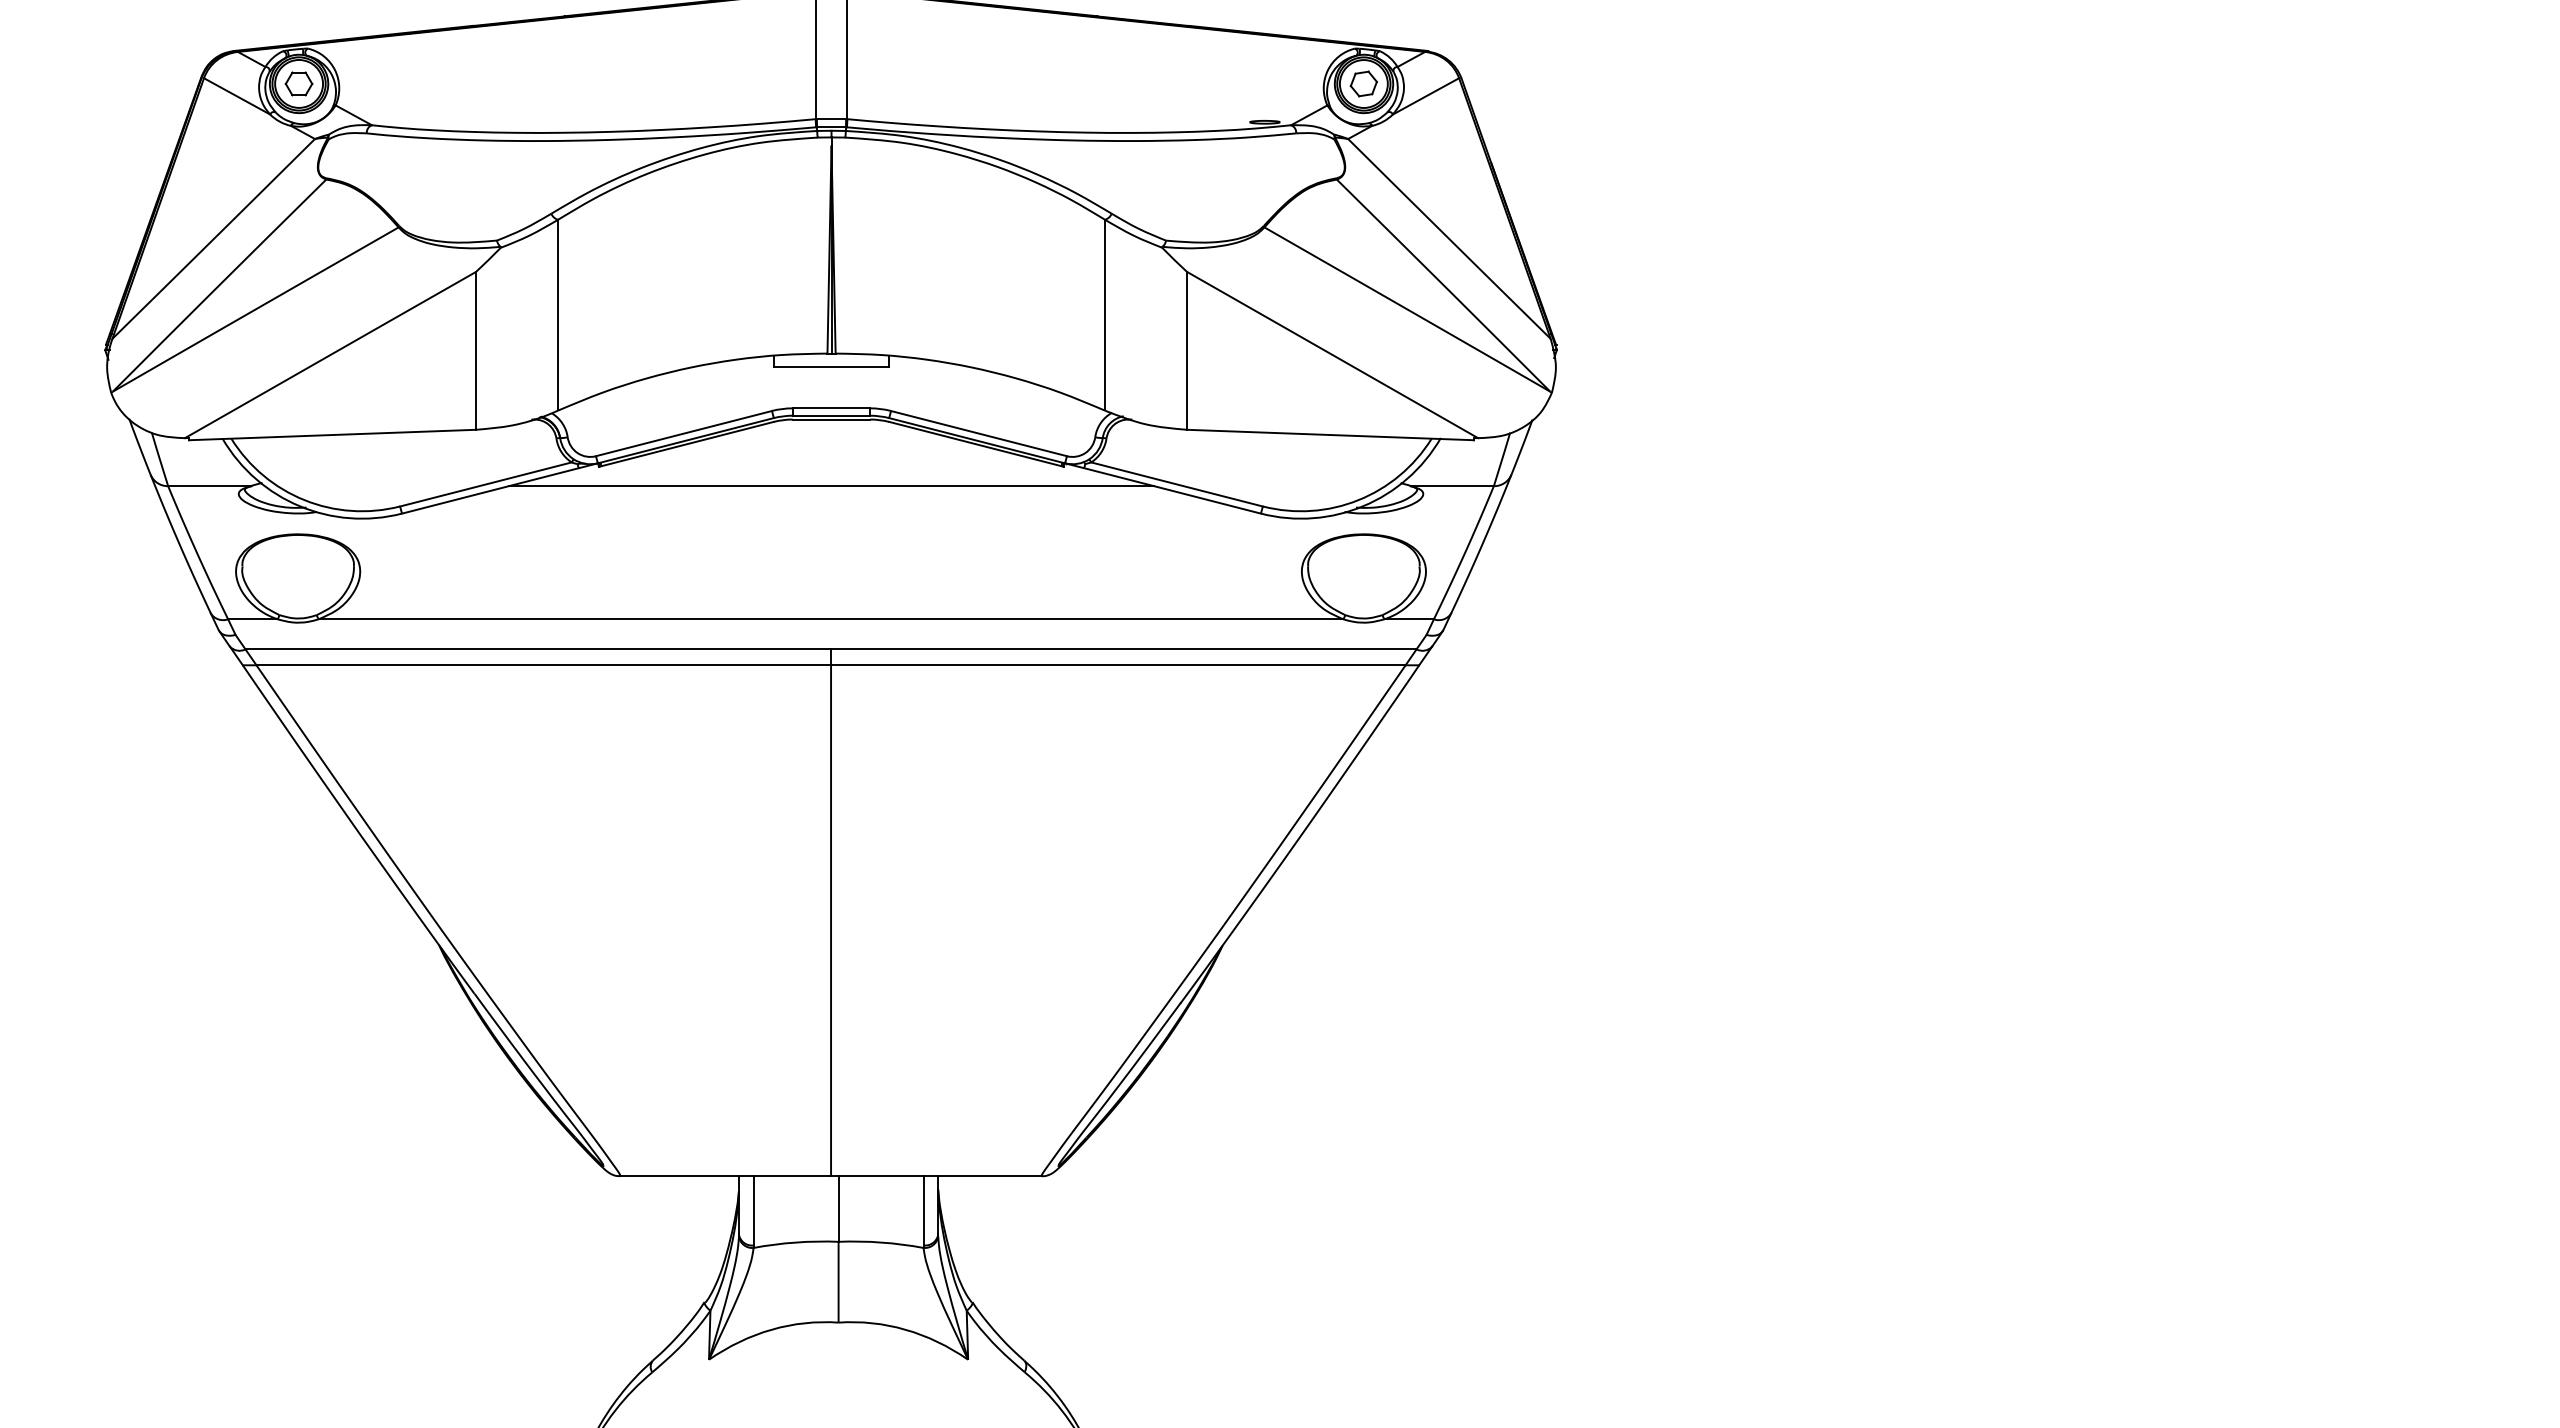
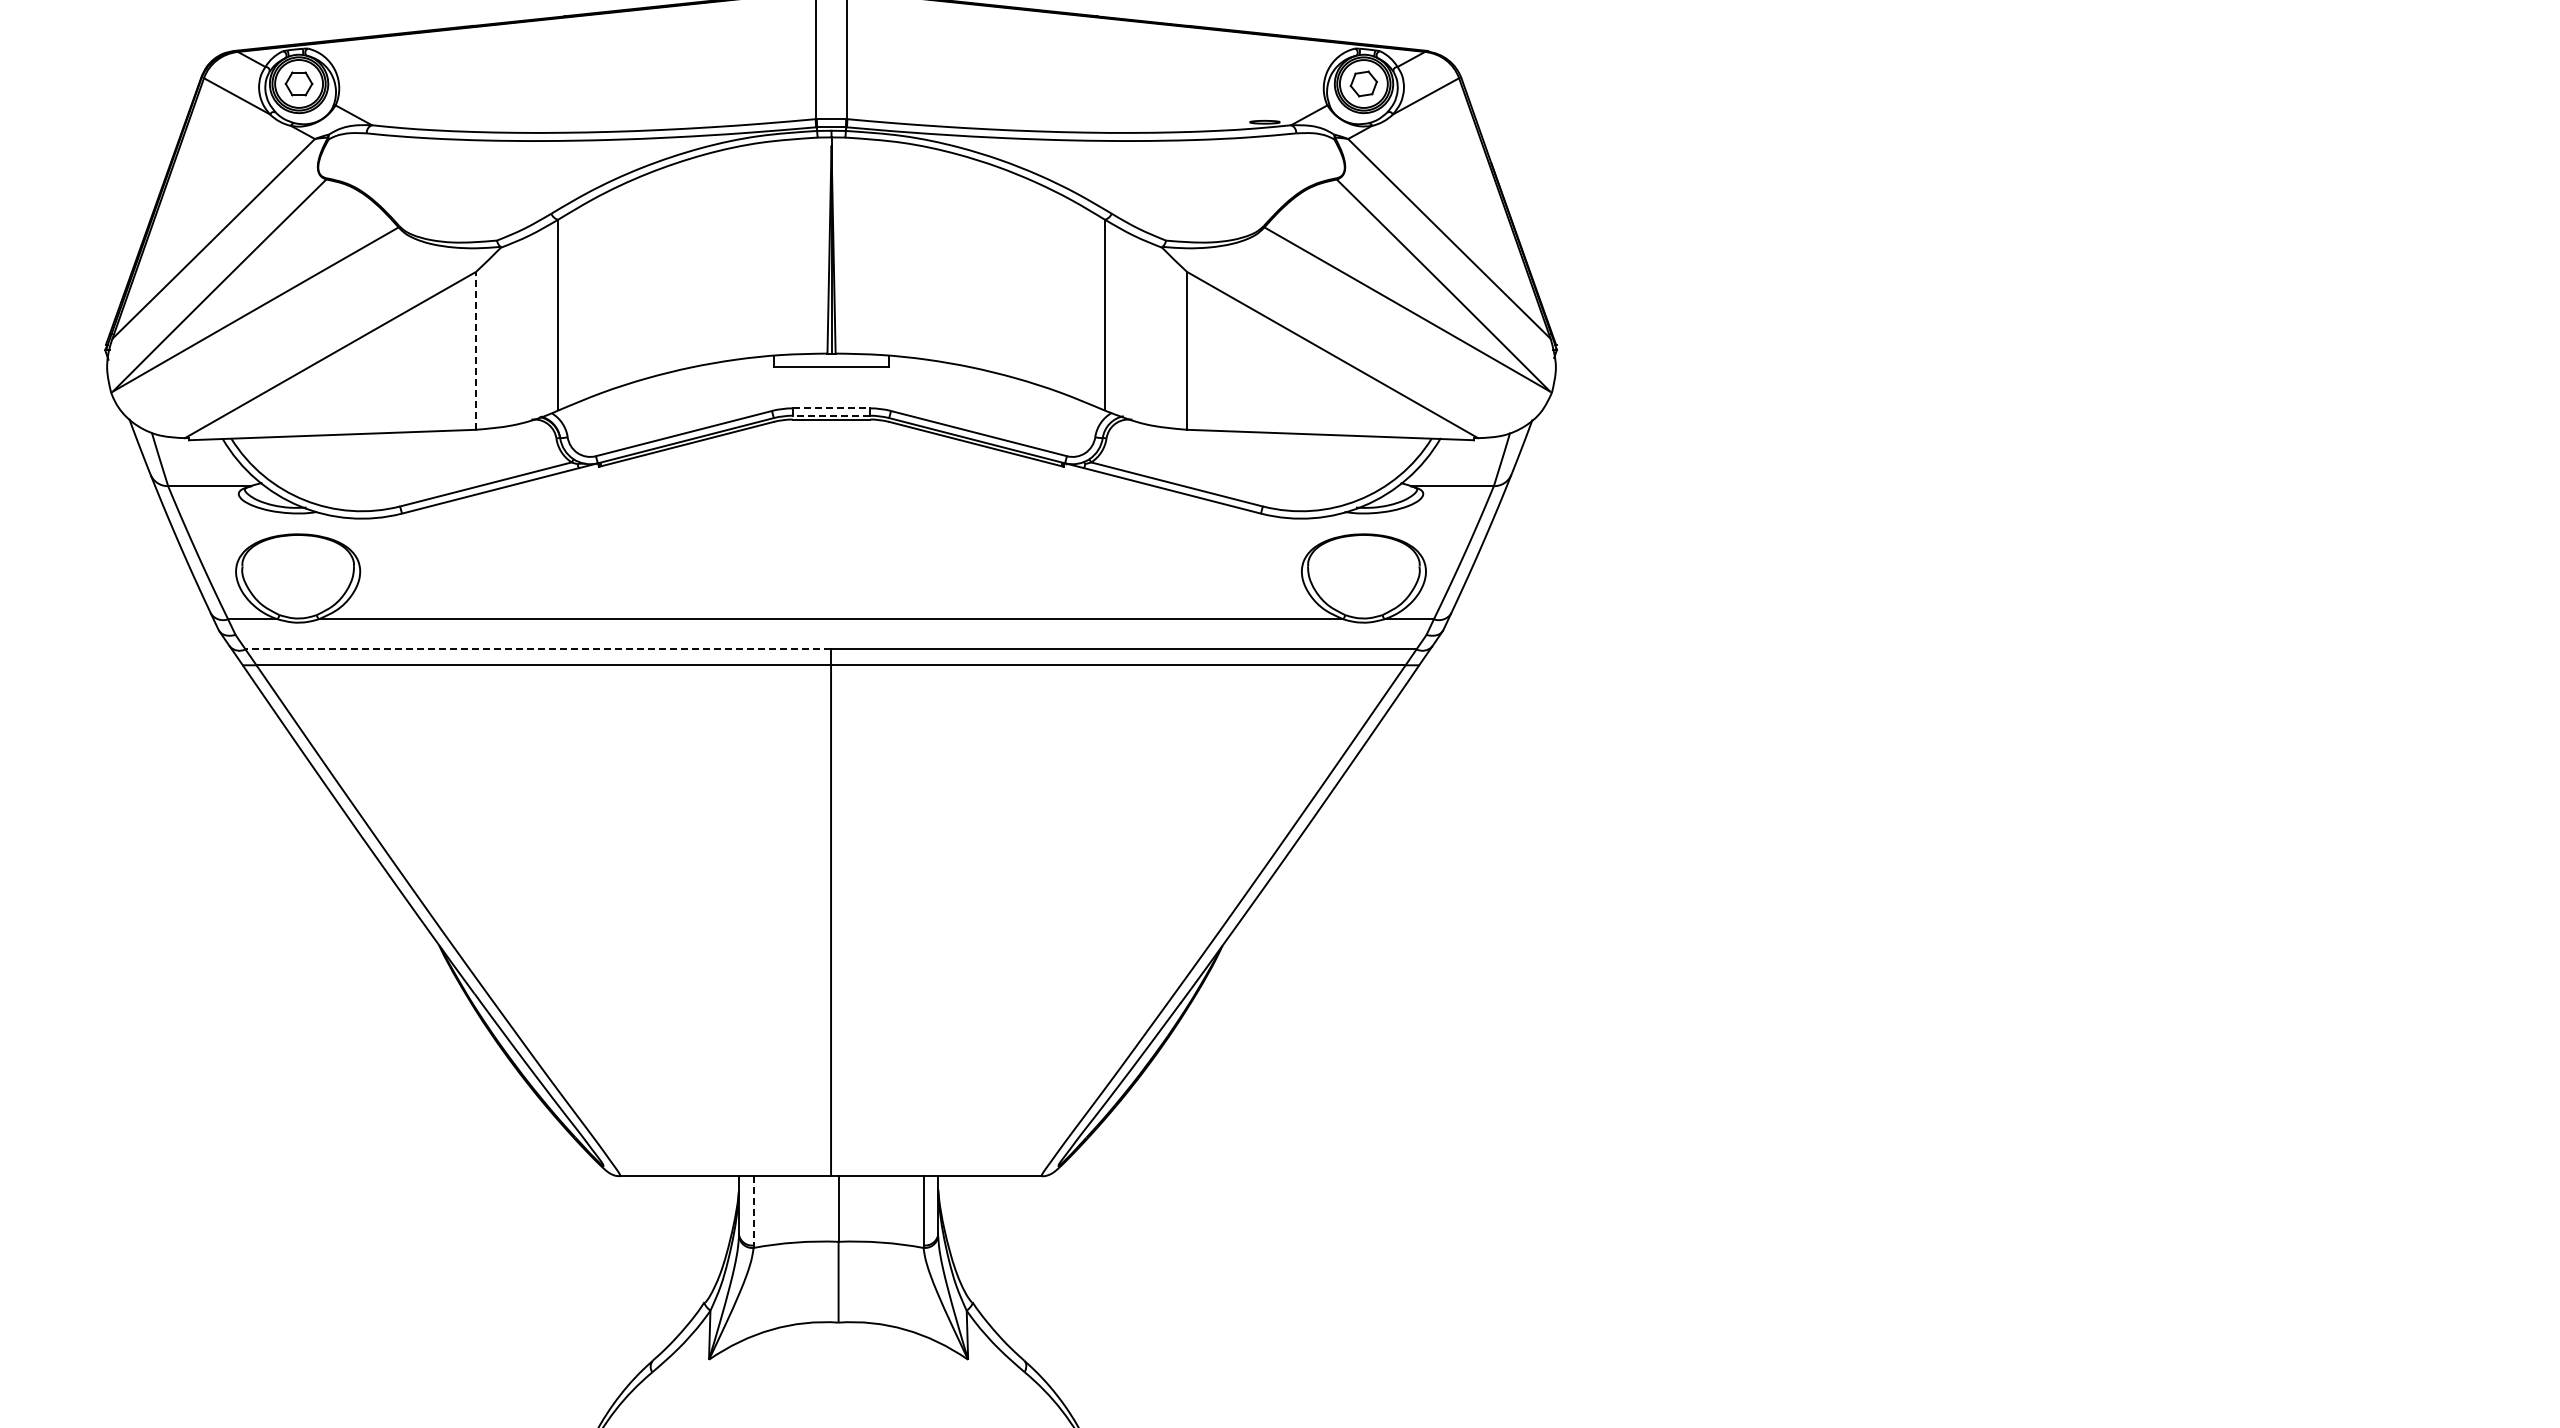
line at (476, 350): solid -> dashed
line at (831, 408): solid -> dashed
line at (831, 415): solid -> dashed
line at (831, 486): present -> none
line at (538, 649): solid -> dashed
line at (753, 1210): solid -> dashed
